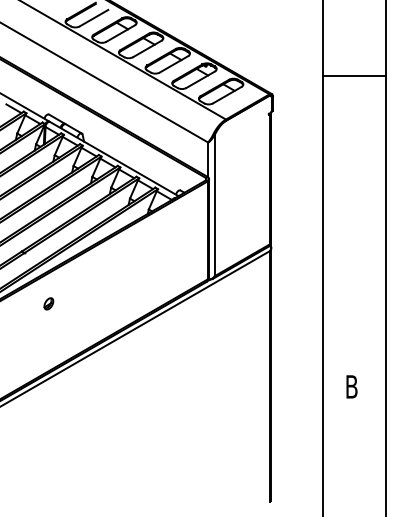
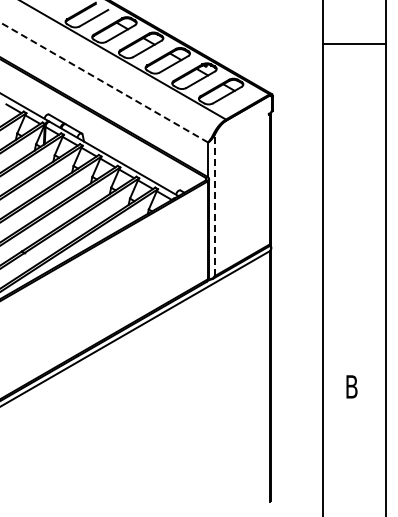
line at (354, 75) position: (354, 75) -> (354, 43)
line at (104, 82): solid -> dashed
line at (214, 205): solid -> dashed
part at (48, 303): present -> none
